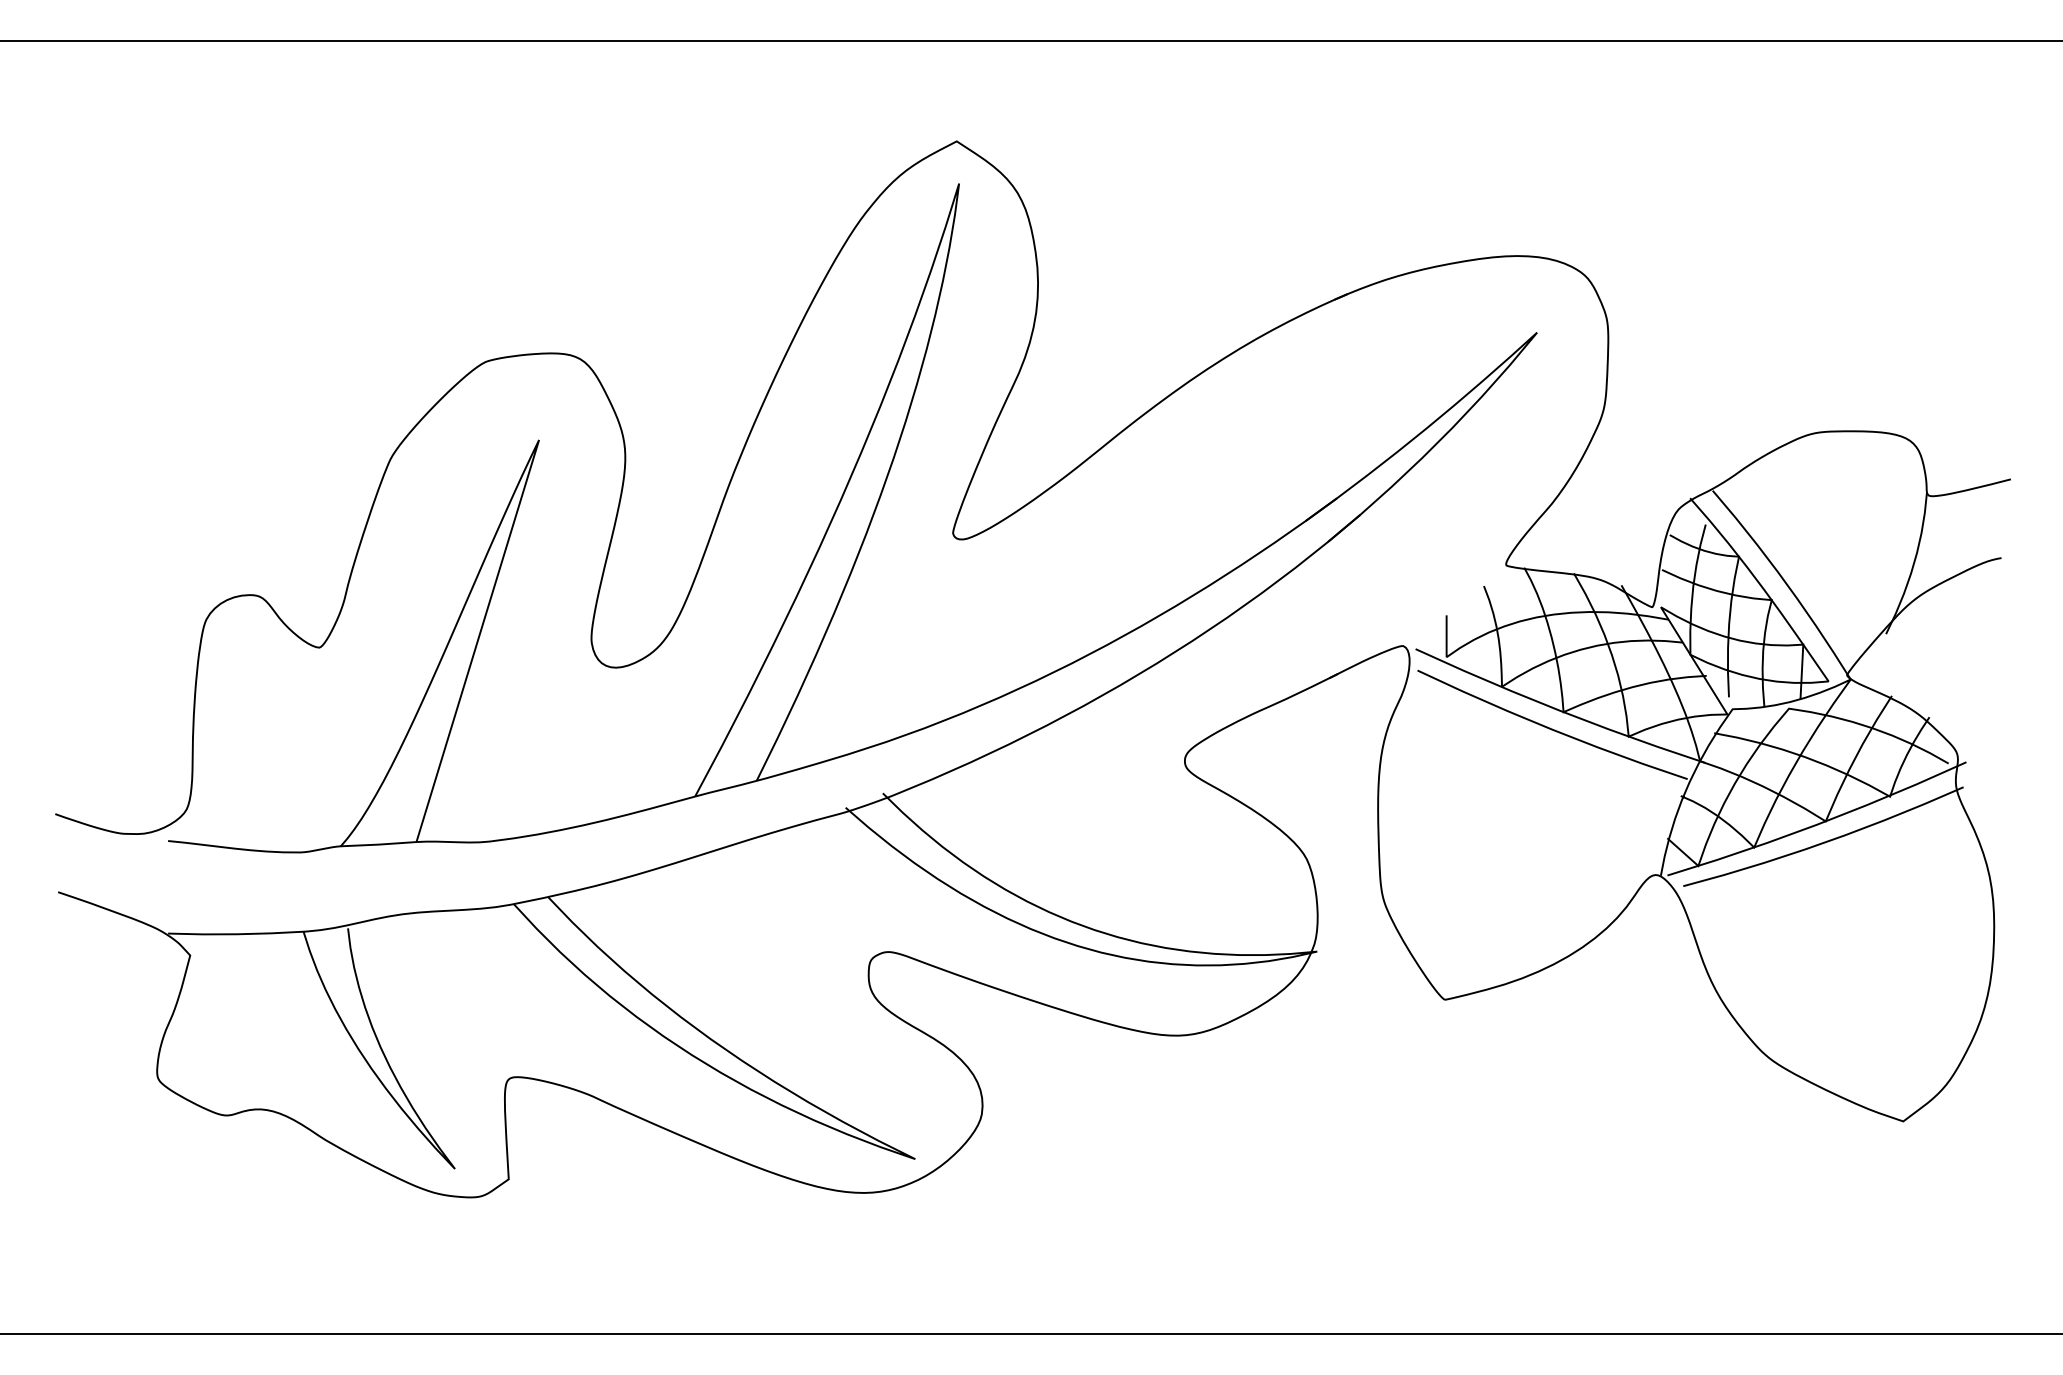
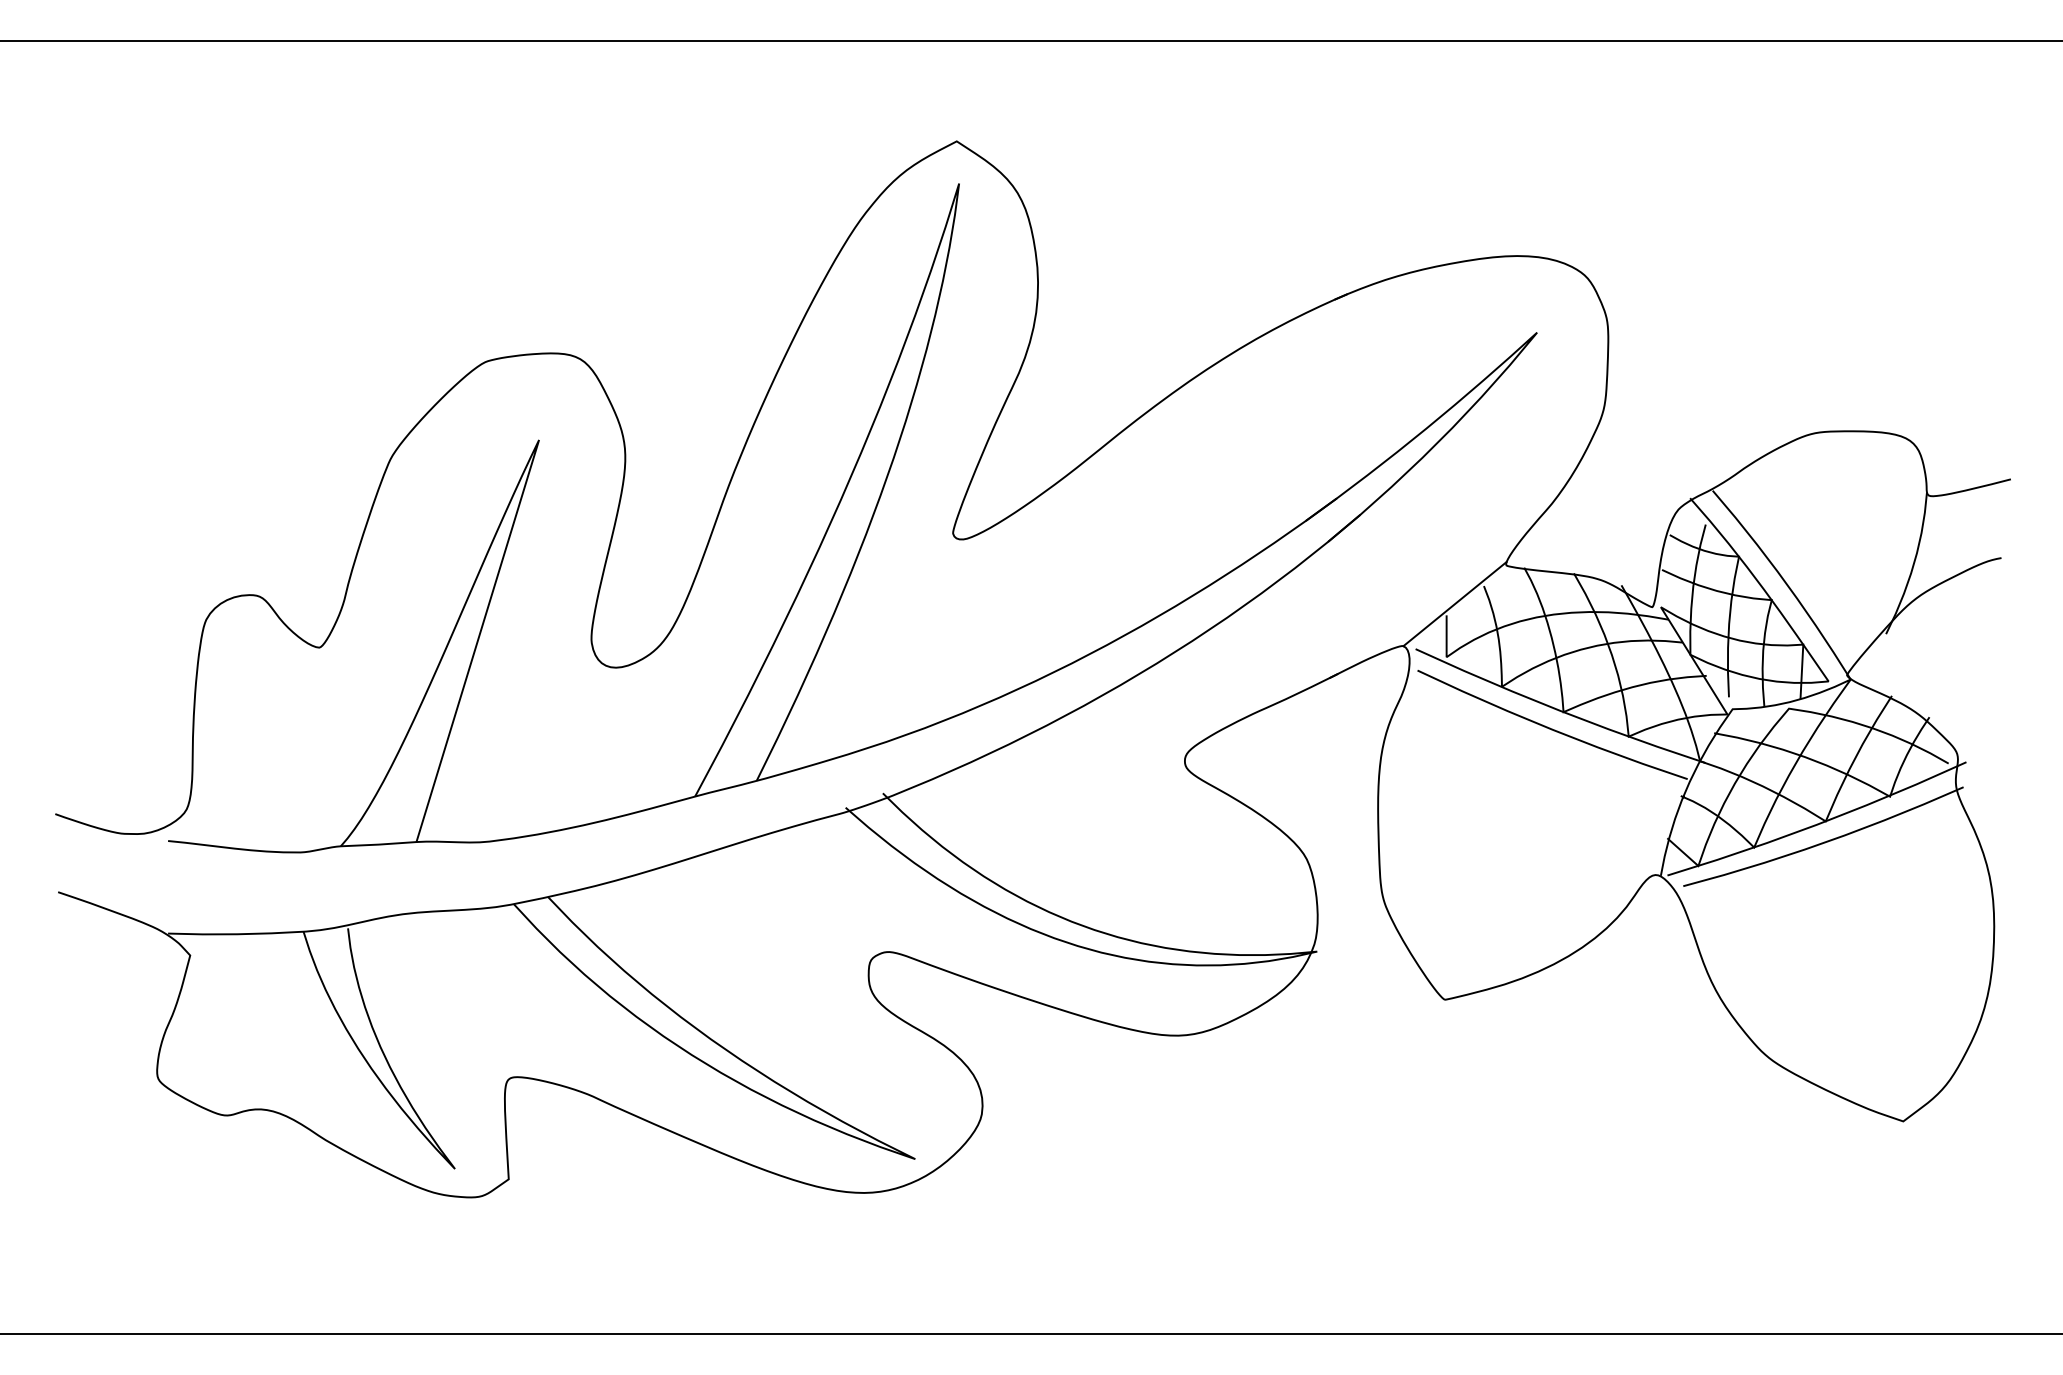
line at (1454, 604): none -> present
